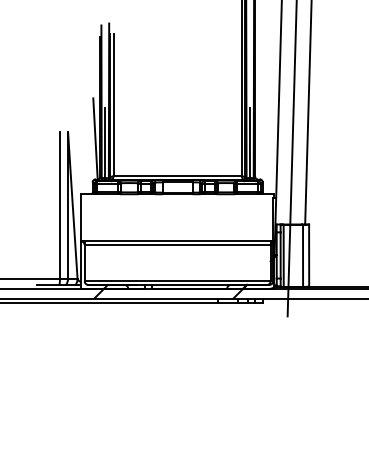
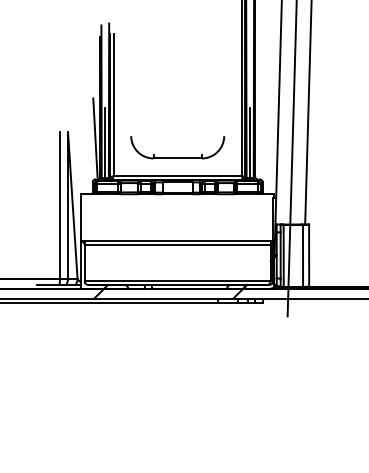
part at (177, 157): none -> present
